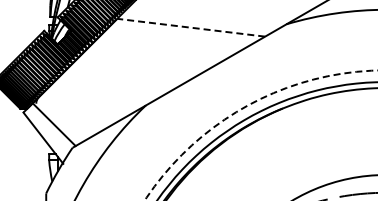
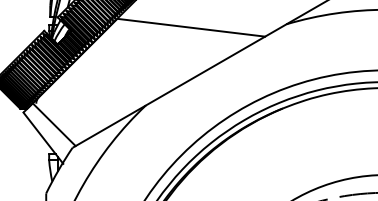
line at (190, 27): dashed -> solid
circle at (260, 135): dashed -> solid
